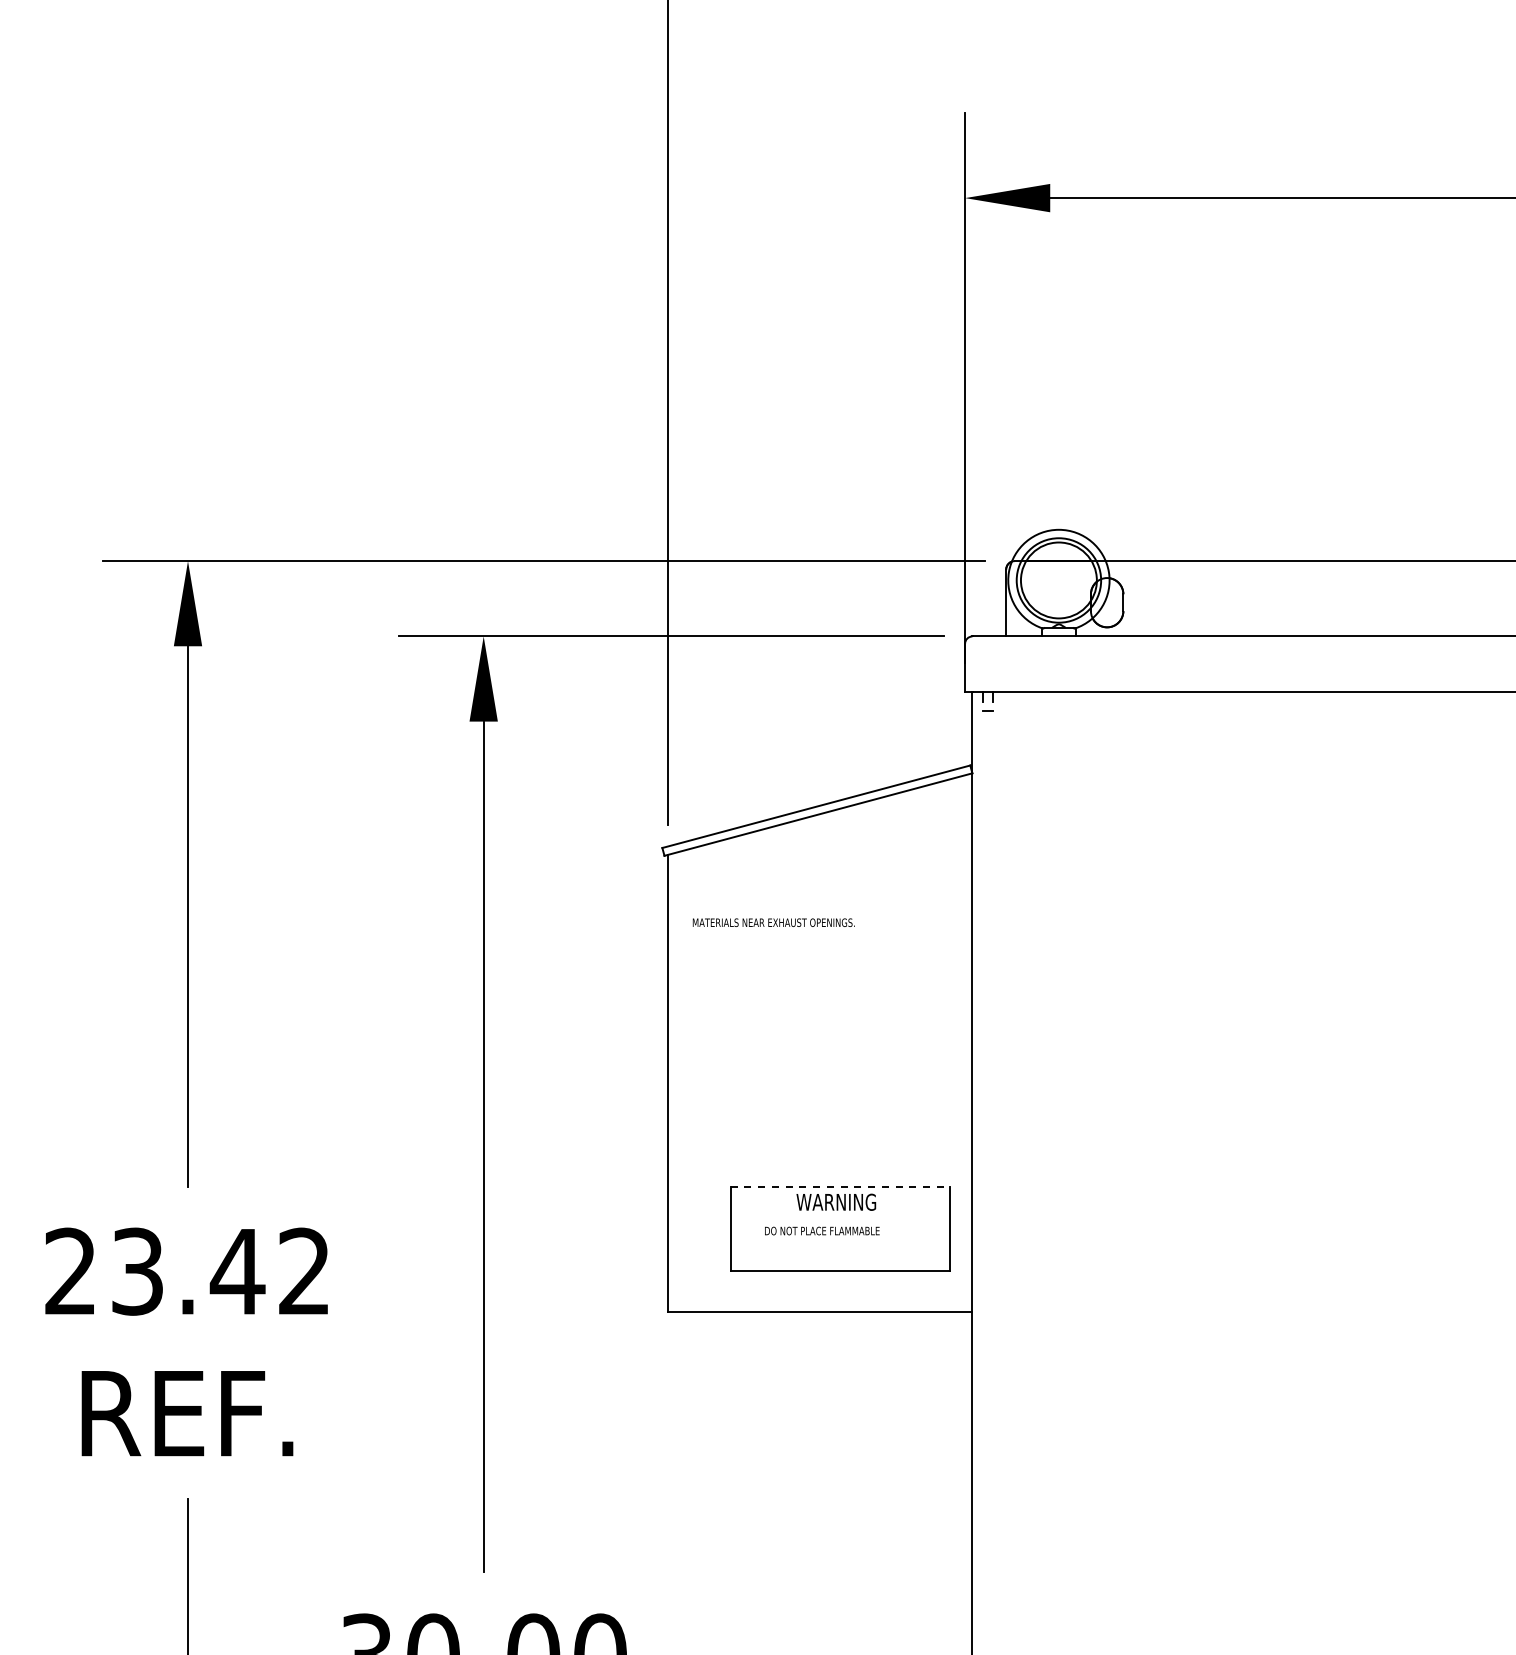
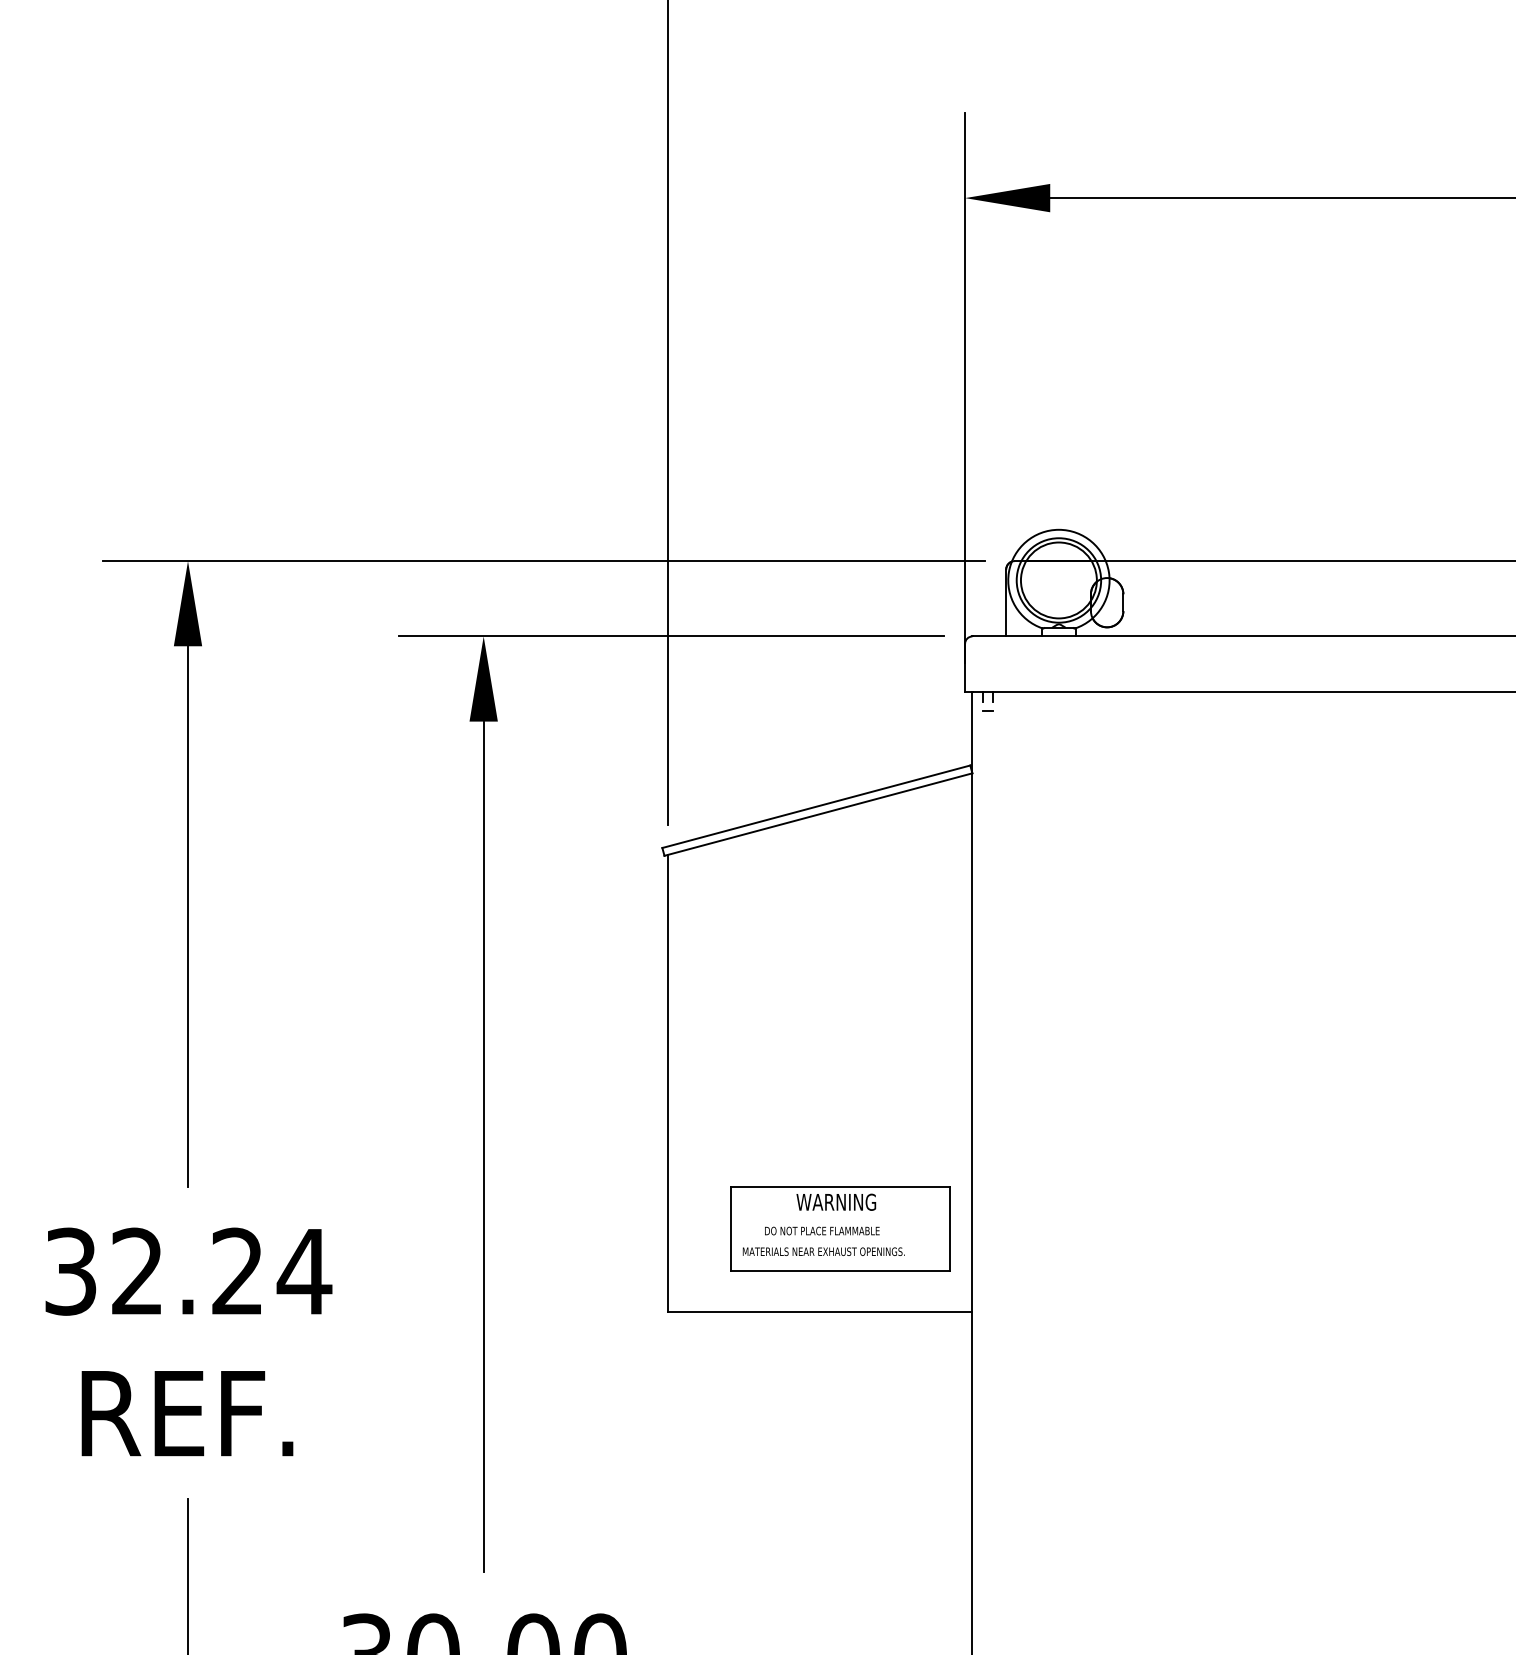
text at (773, 922) position: (773, 922) -> (823, 1251)
line at (840, 1186): dashed -> solid
text at (188, 1271): 23.42 -> 32.24
